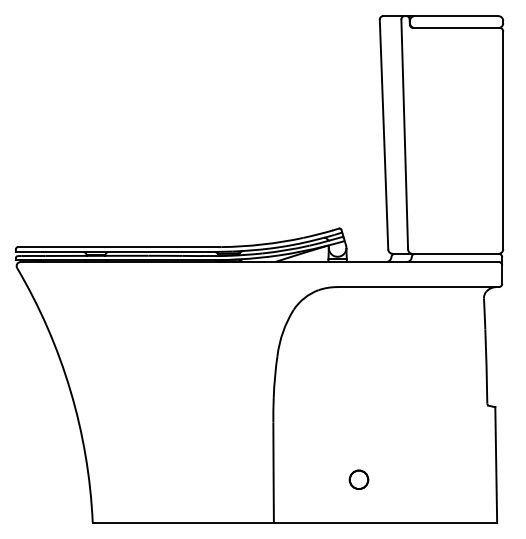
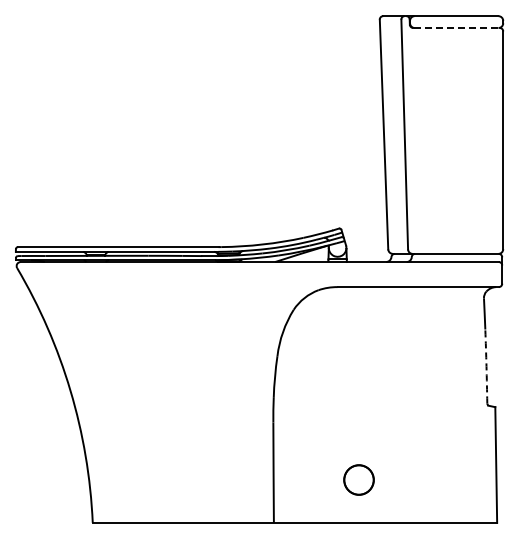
line at (457, 28): solid -> dashed
arc at (486, 366): solid -> dashed
part at (358, 479) size: 22x21 px -> 32x32 px
